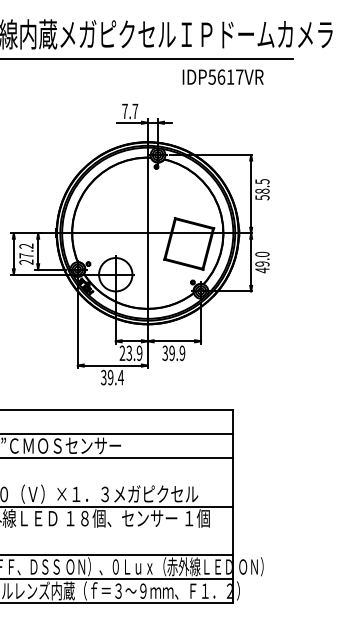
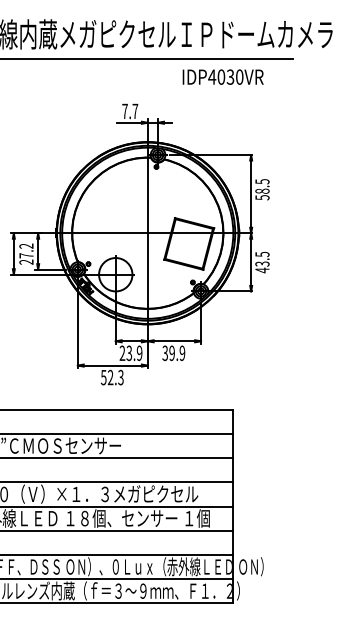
text at (225, 76): IDP5617VR -> IDP4030VR
text at (262, 258): 49.0 -> 43.5
text at (112, 377): 39.4 -> 52.3
line at (117, 482): none -> present
line at (117, 530): none -> present
